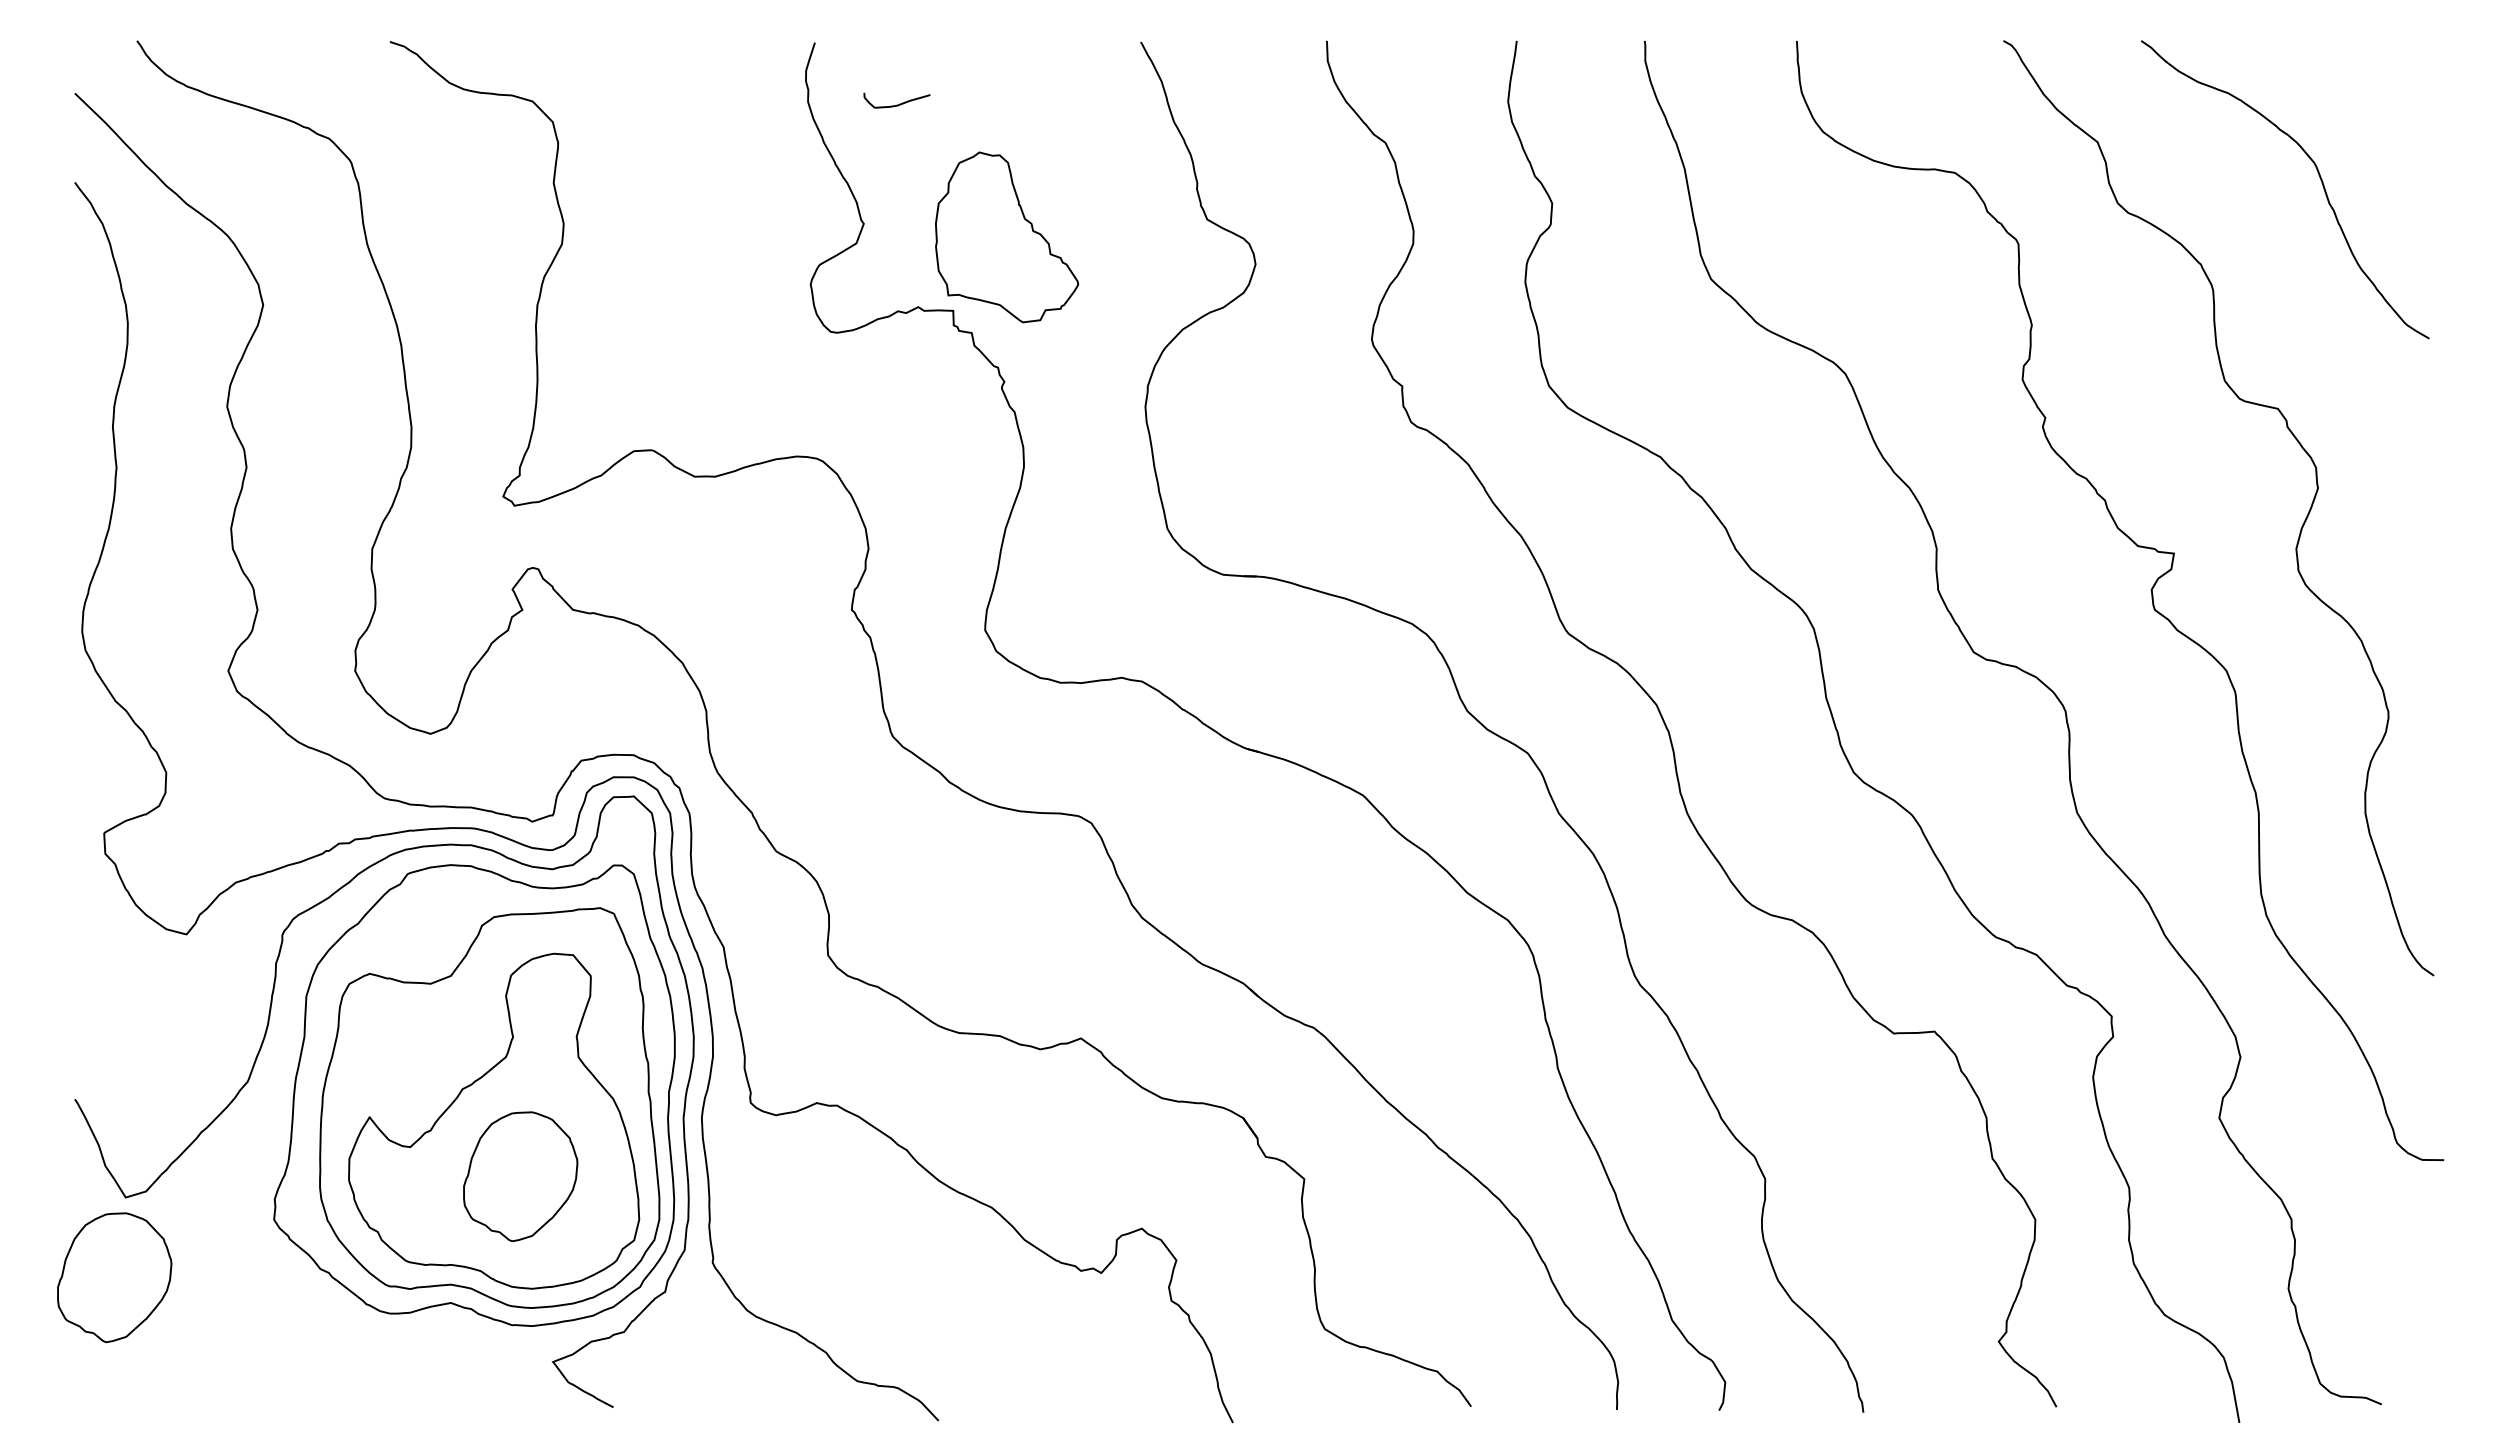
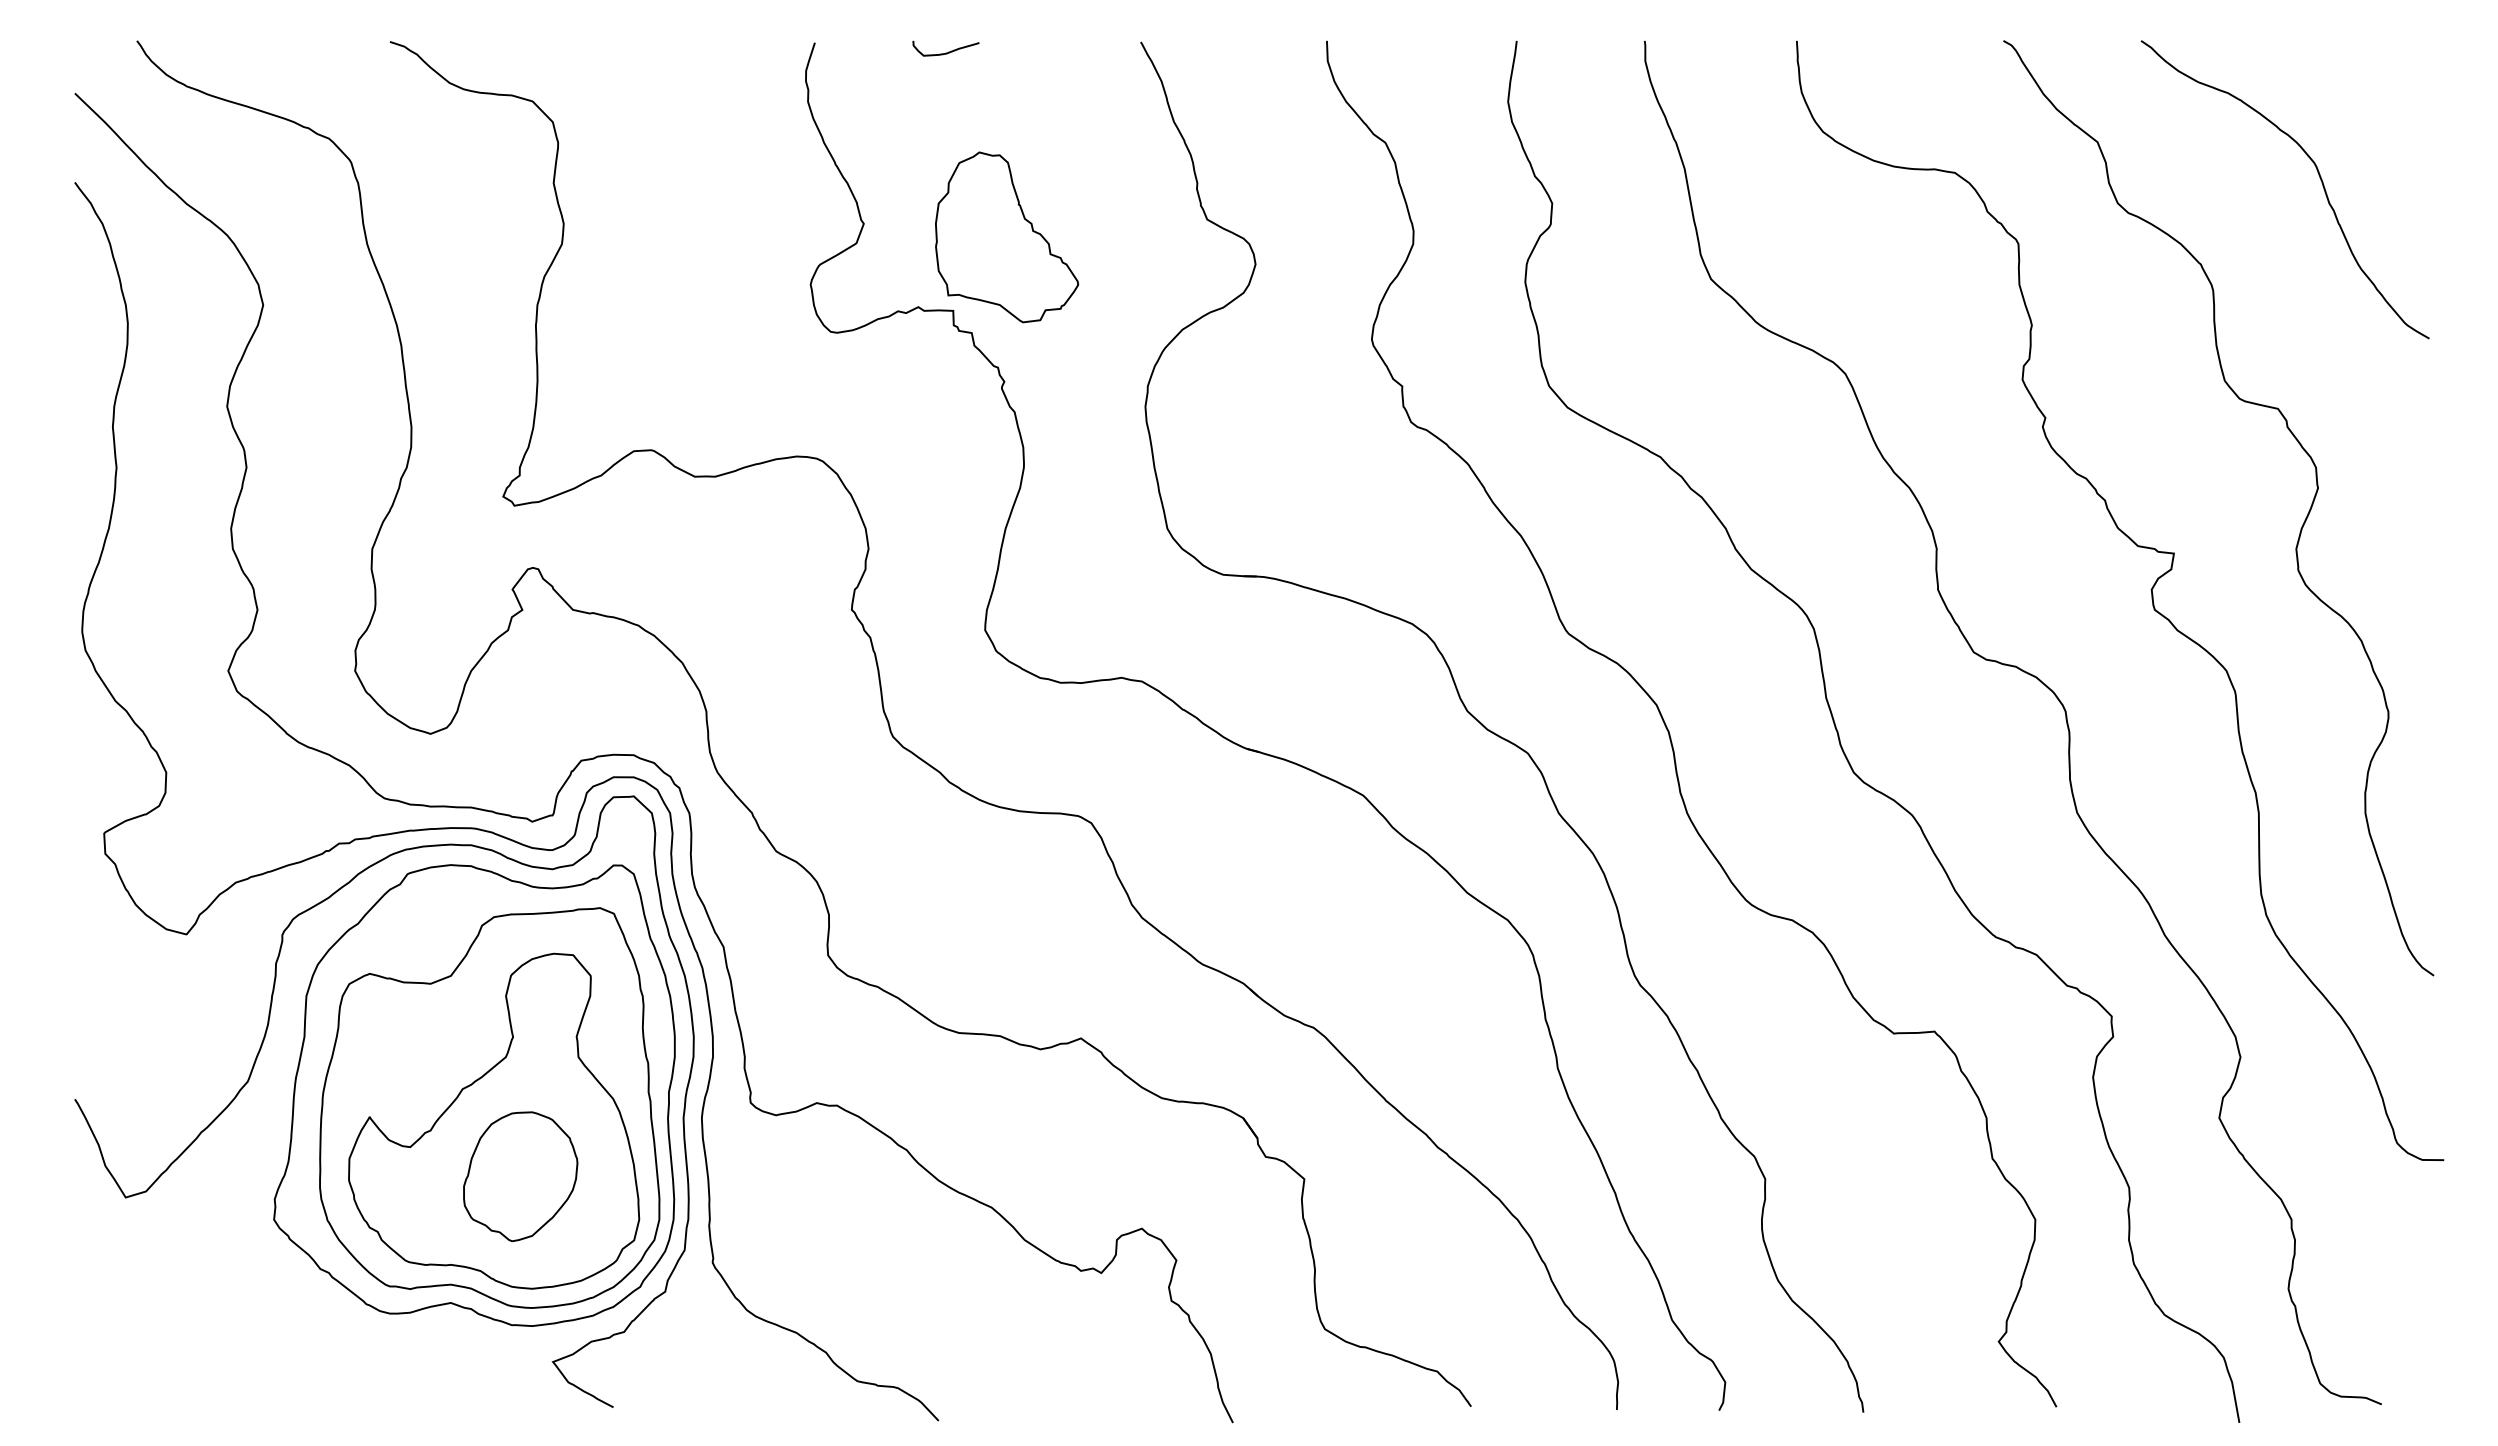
curve at (896, 104) position: (896, 104) -> (945, 52)
part at (114, 1277): present -> none
